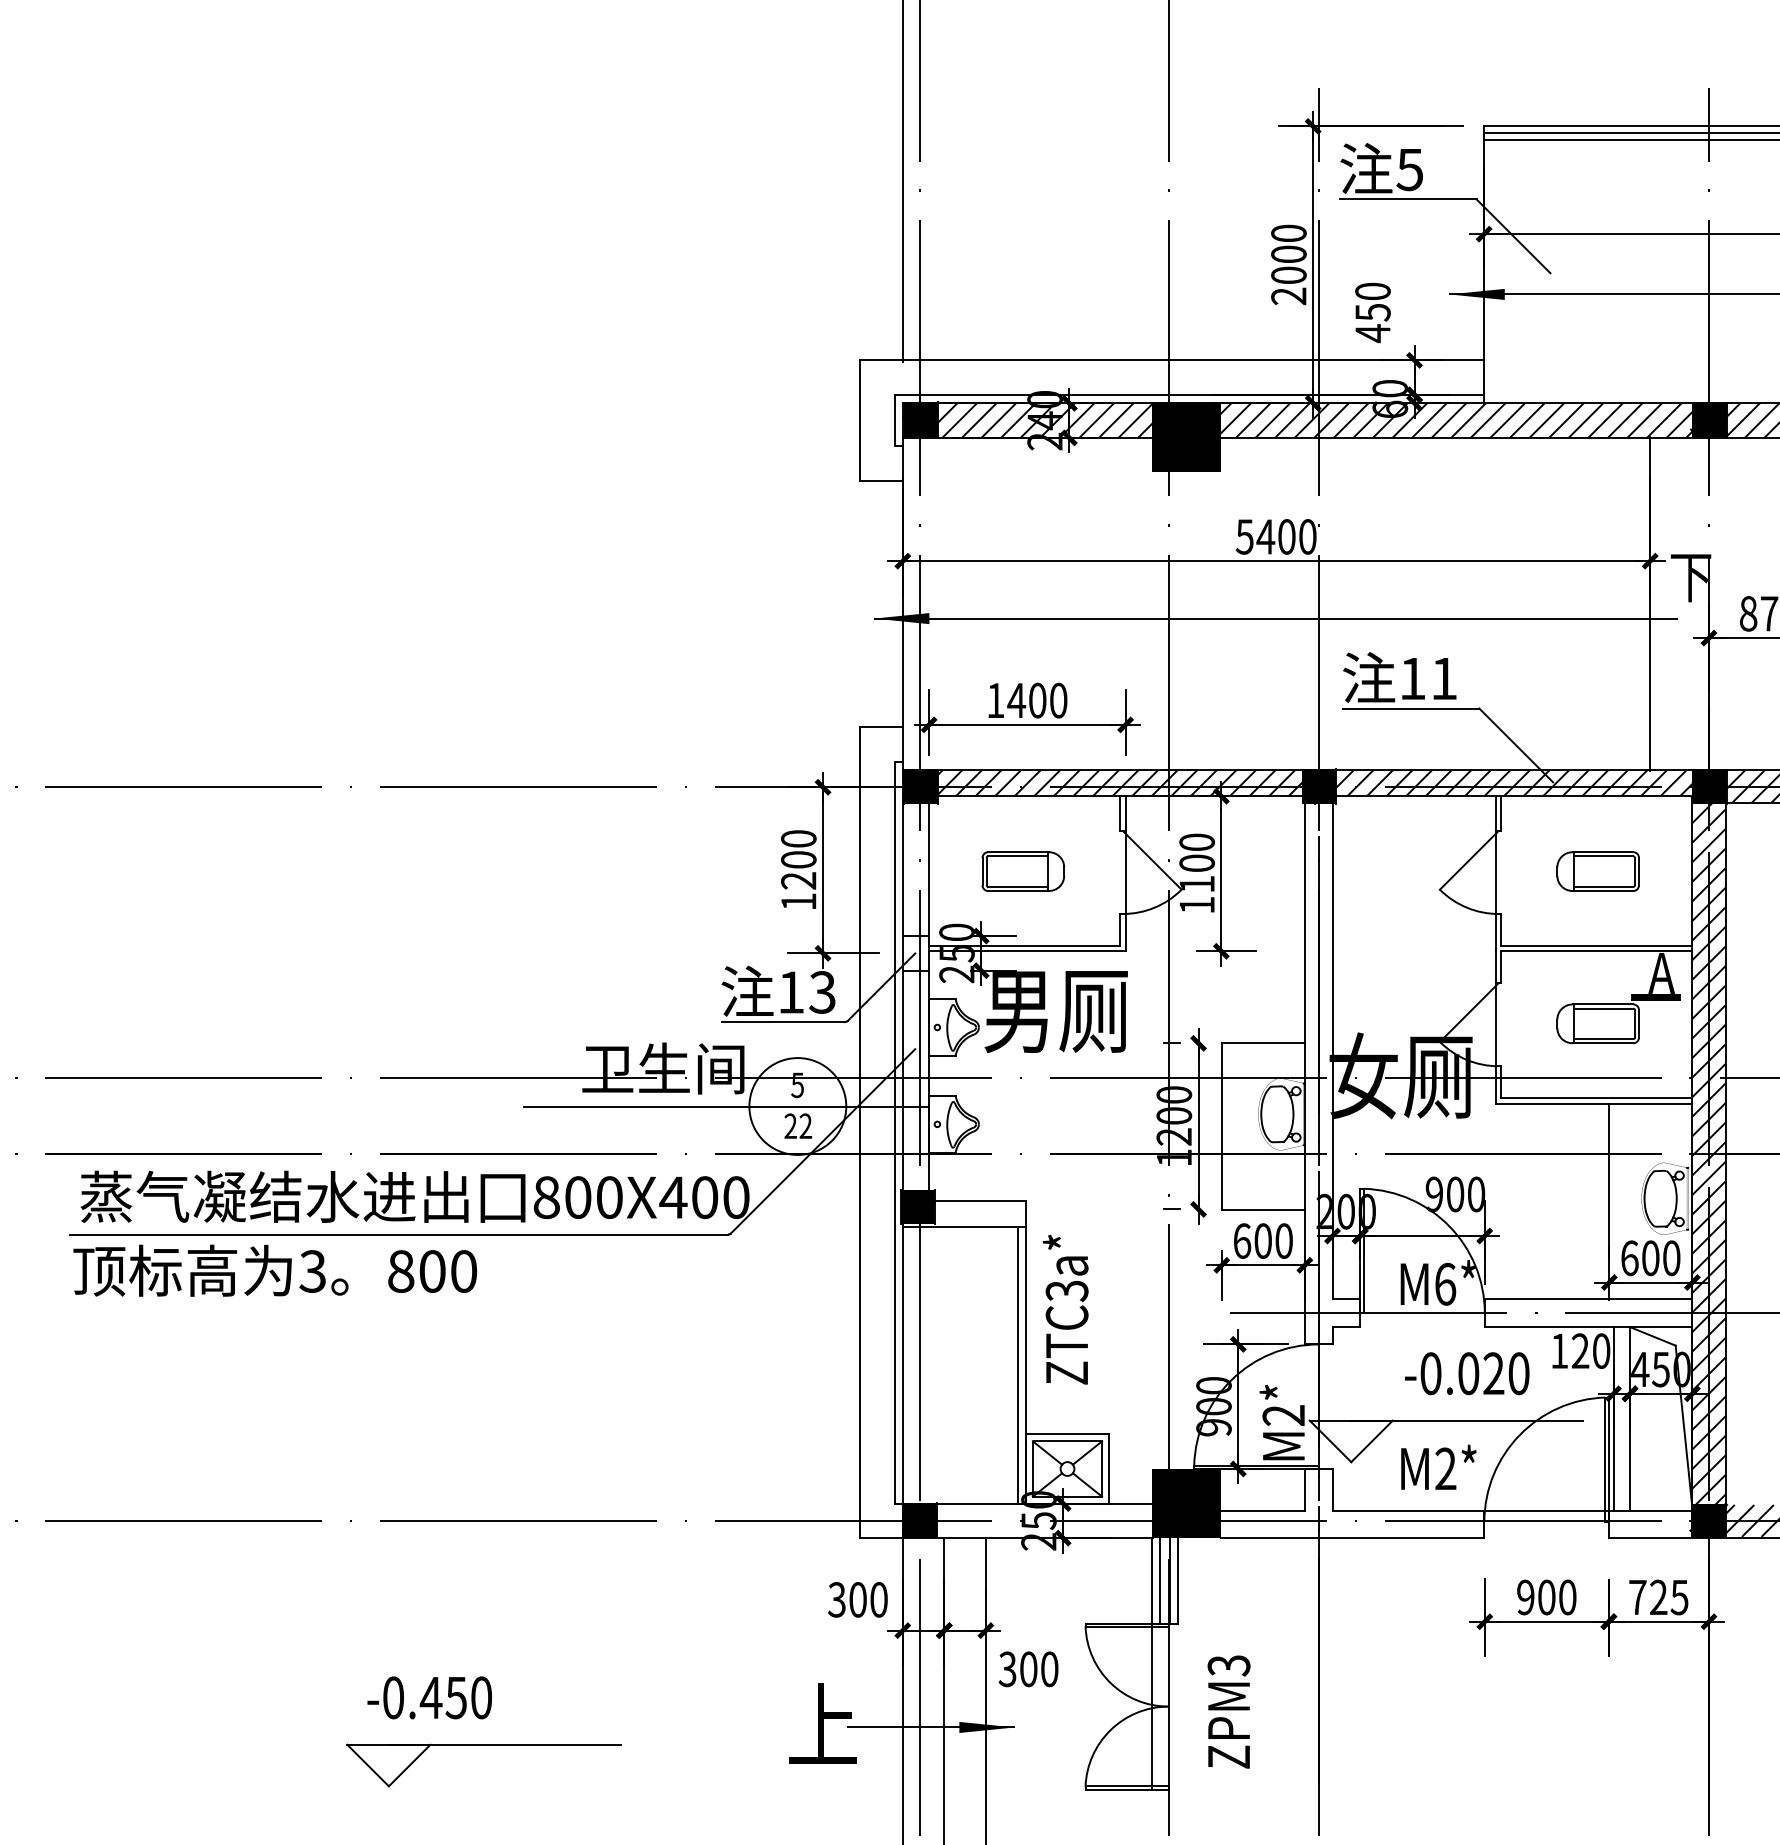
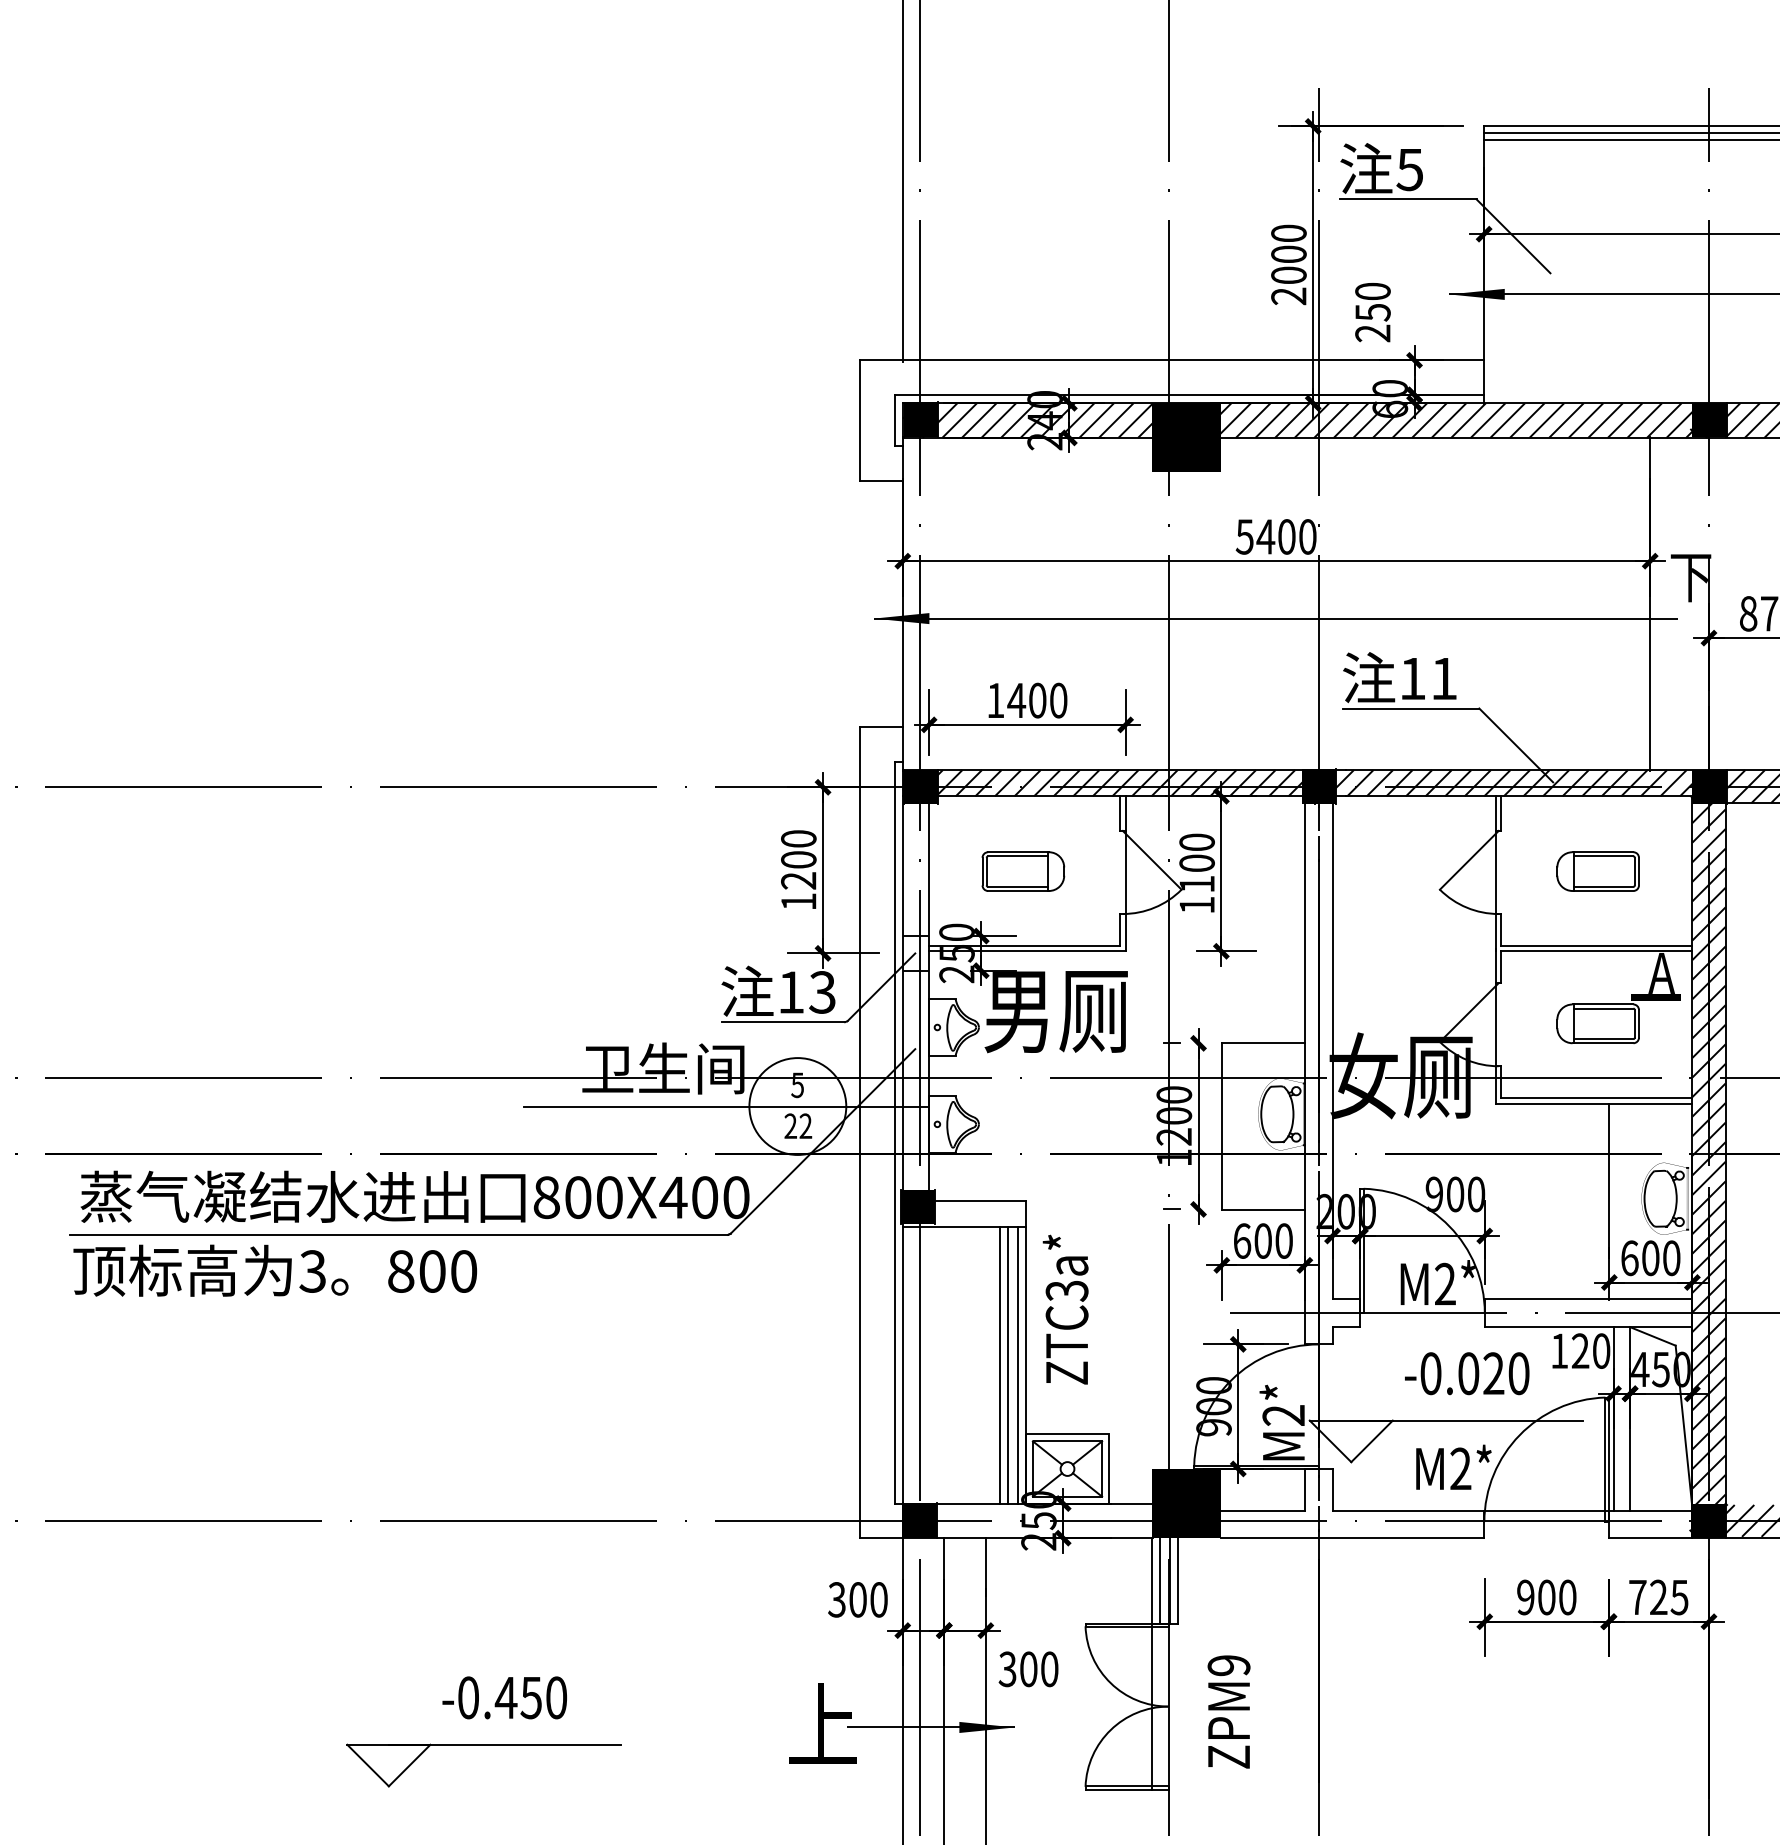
text at (1372, 333): 450 -> 250
text at (1445, 1283): M6* -> M2*
line at (999, 1364): none -> present
line at (1008, 1364): none -> present
text at (1438, 1466) position: (1438, 1466) -> (1453, 1466)
text at (1228, 1665): ZPM3 -> ZPM9
text at (429, 1697) position: (429, 1697) -> (504, 1697)
